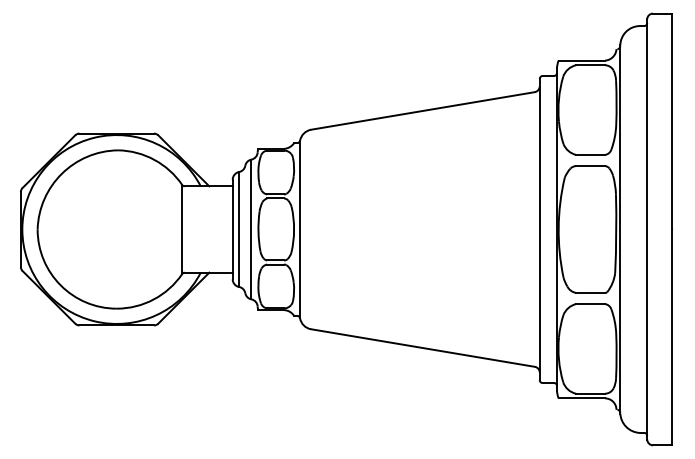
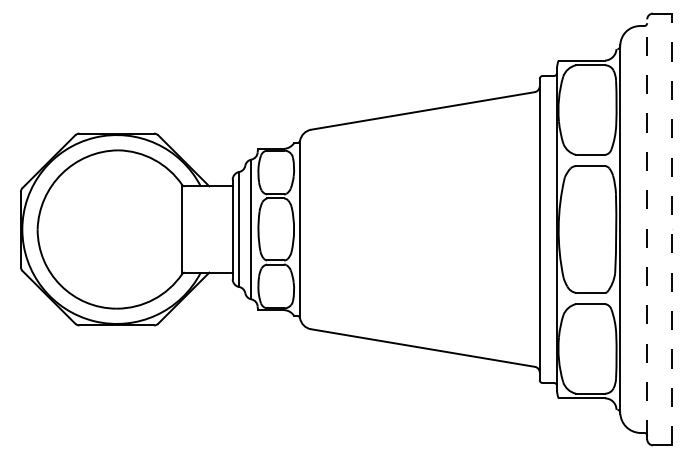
line at (647, 229): solid -> dashed
line at (672, 229): solid -> dashed
